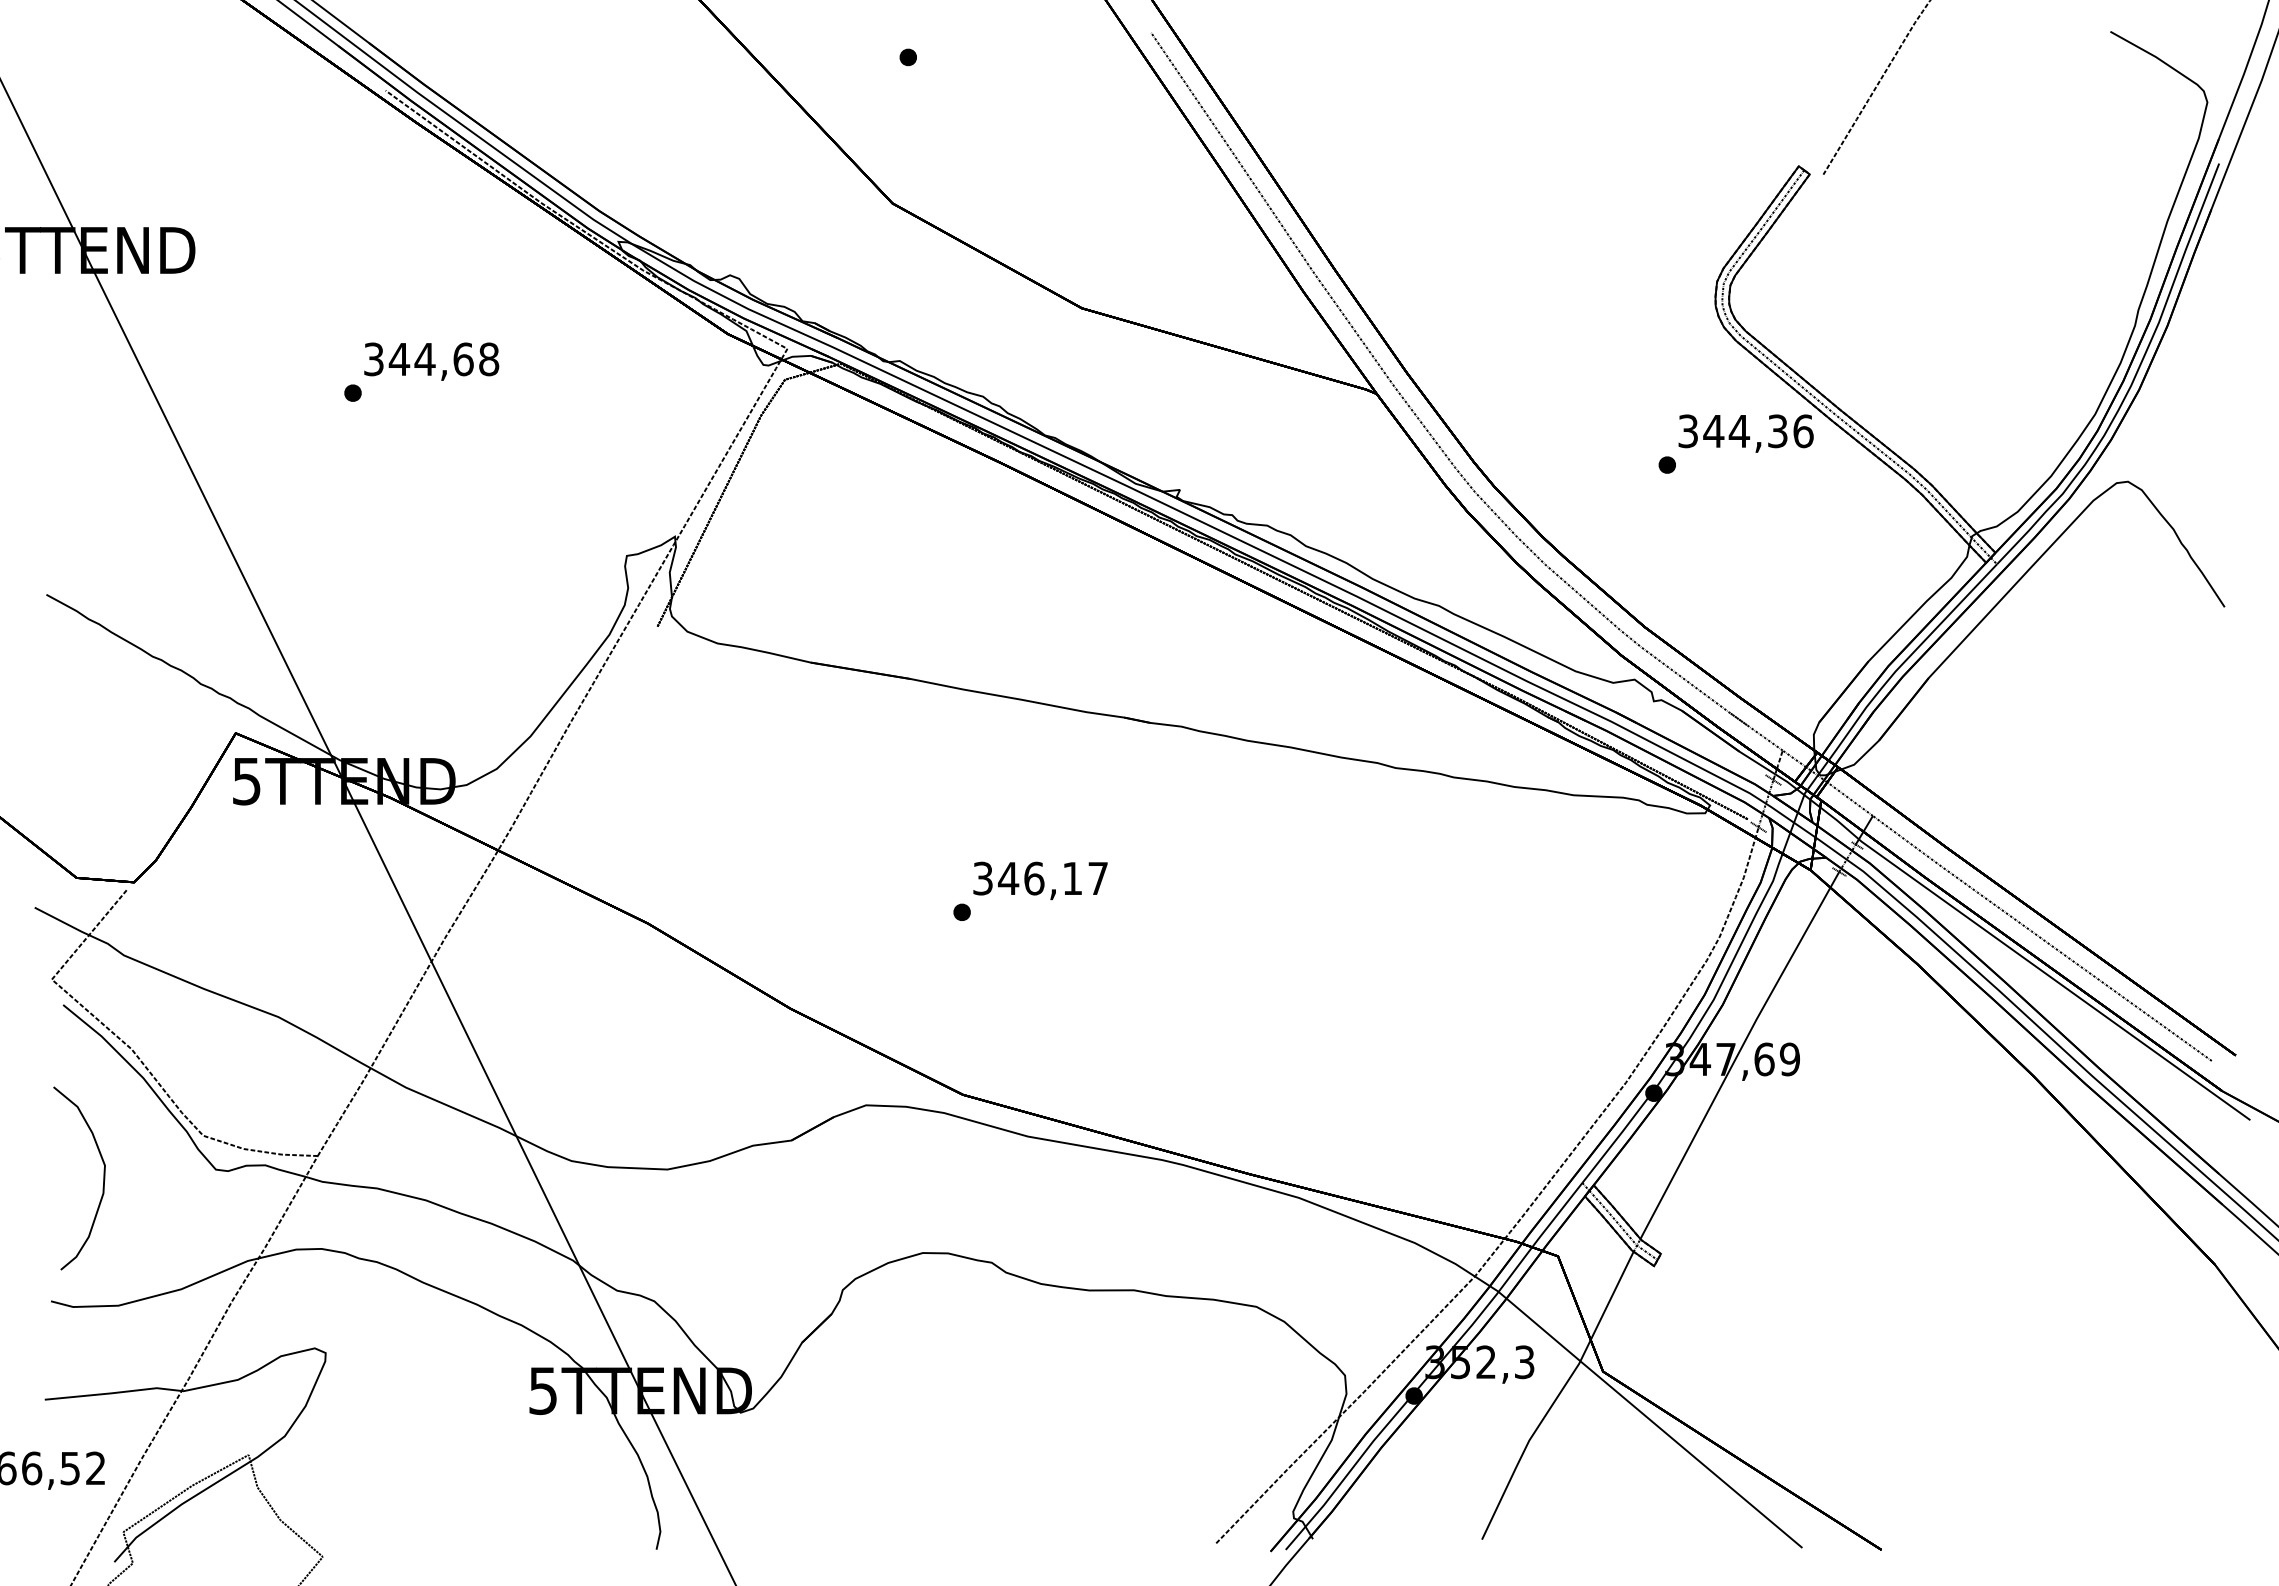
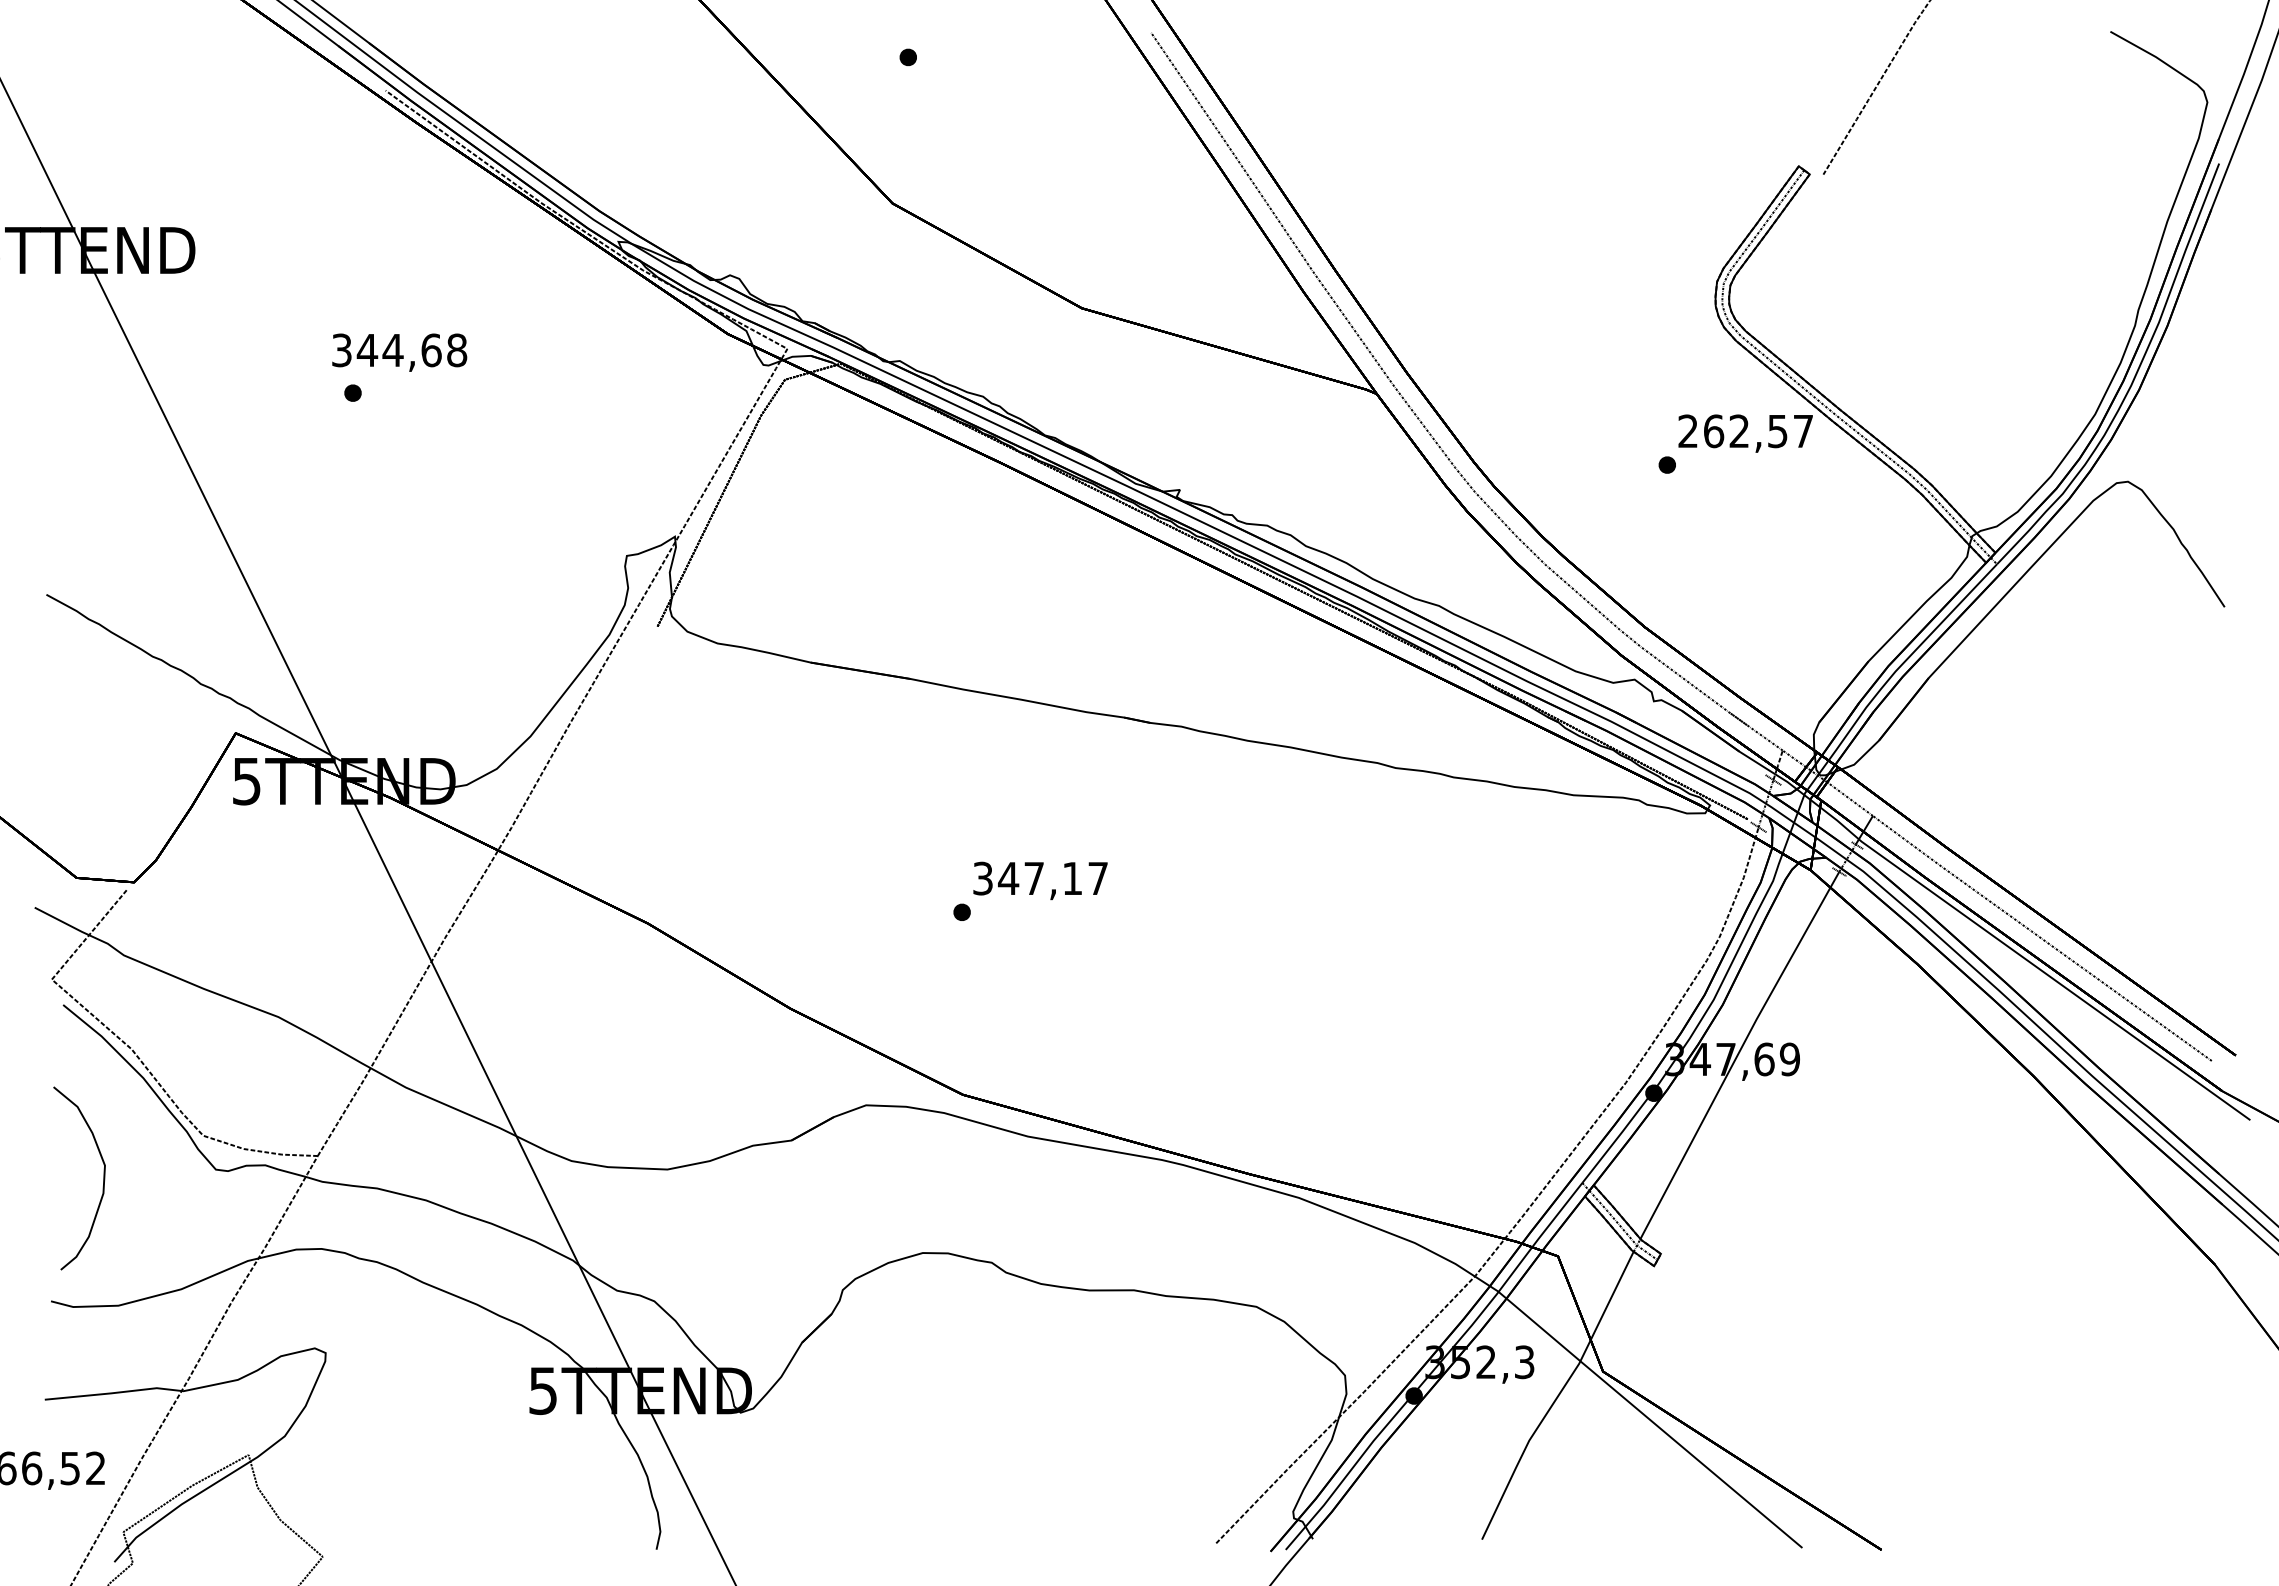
text at (431, 361) position: (431, 361) -> (399, 352)
text at (1745, 431): 344,36 -> 262,57
text at (1034, 878): 346,17 -> 347,17
